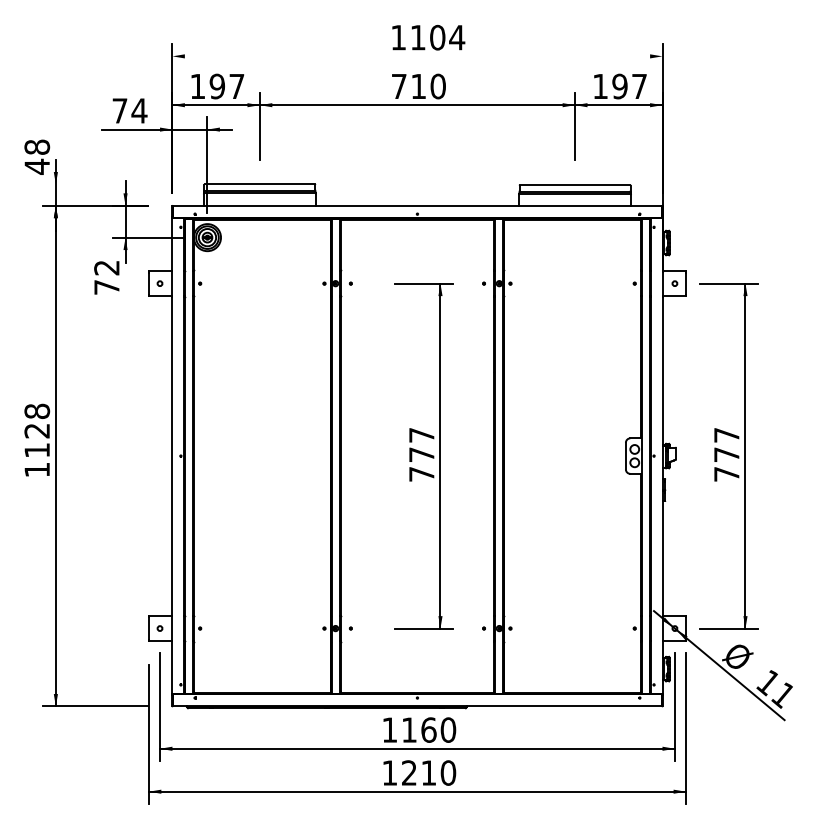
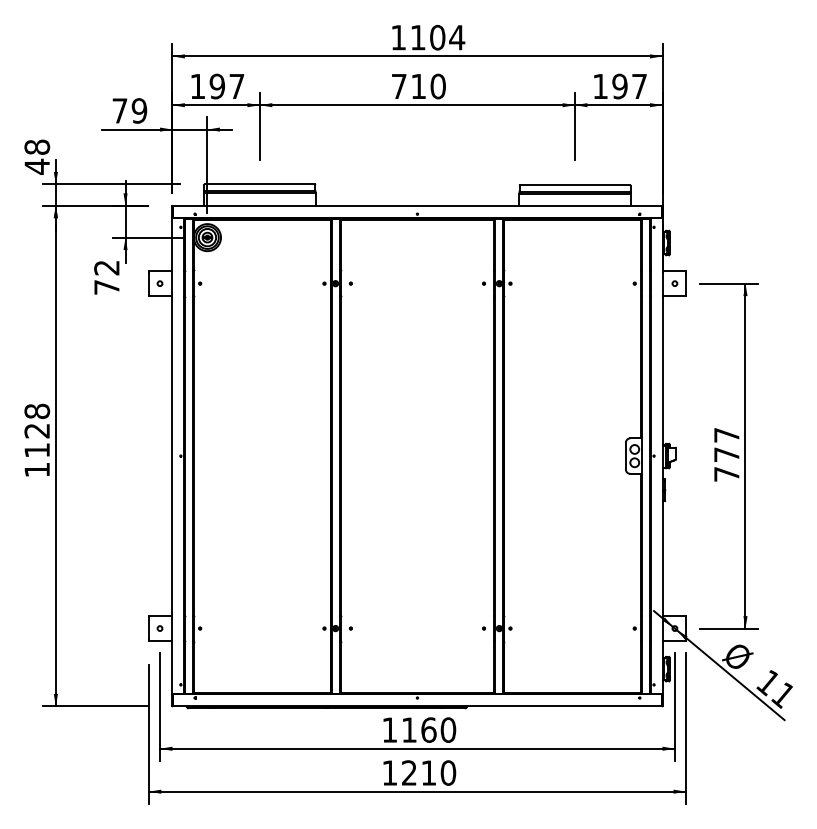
line at (417, 56): none -> present
text at (139, 110): 74 -> 79
line at (111, 184): none -> present
part at (423, 456): present -> none
